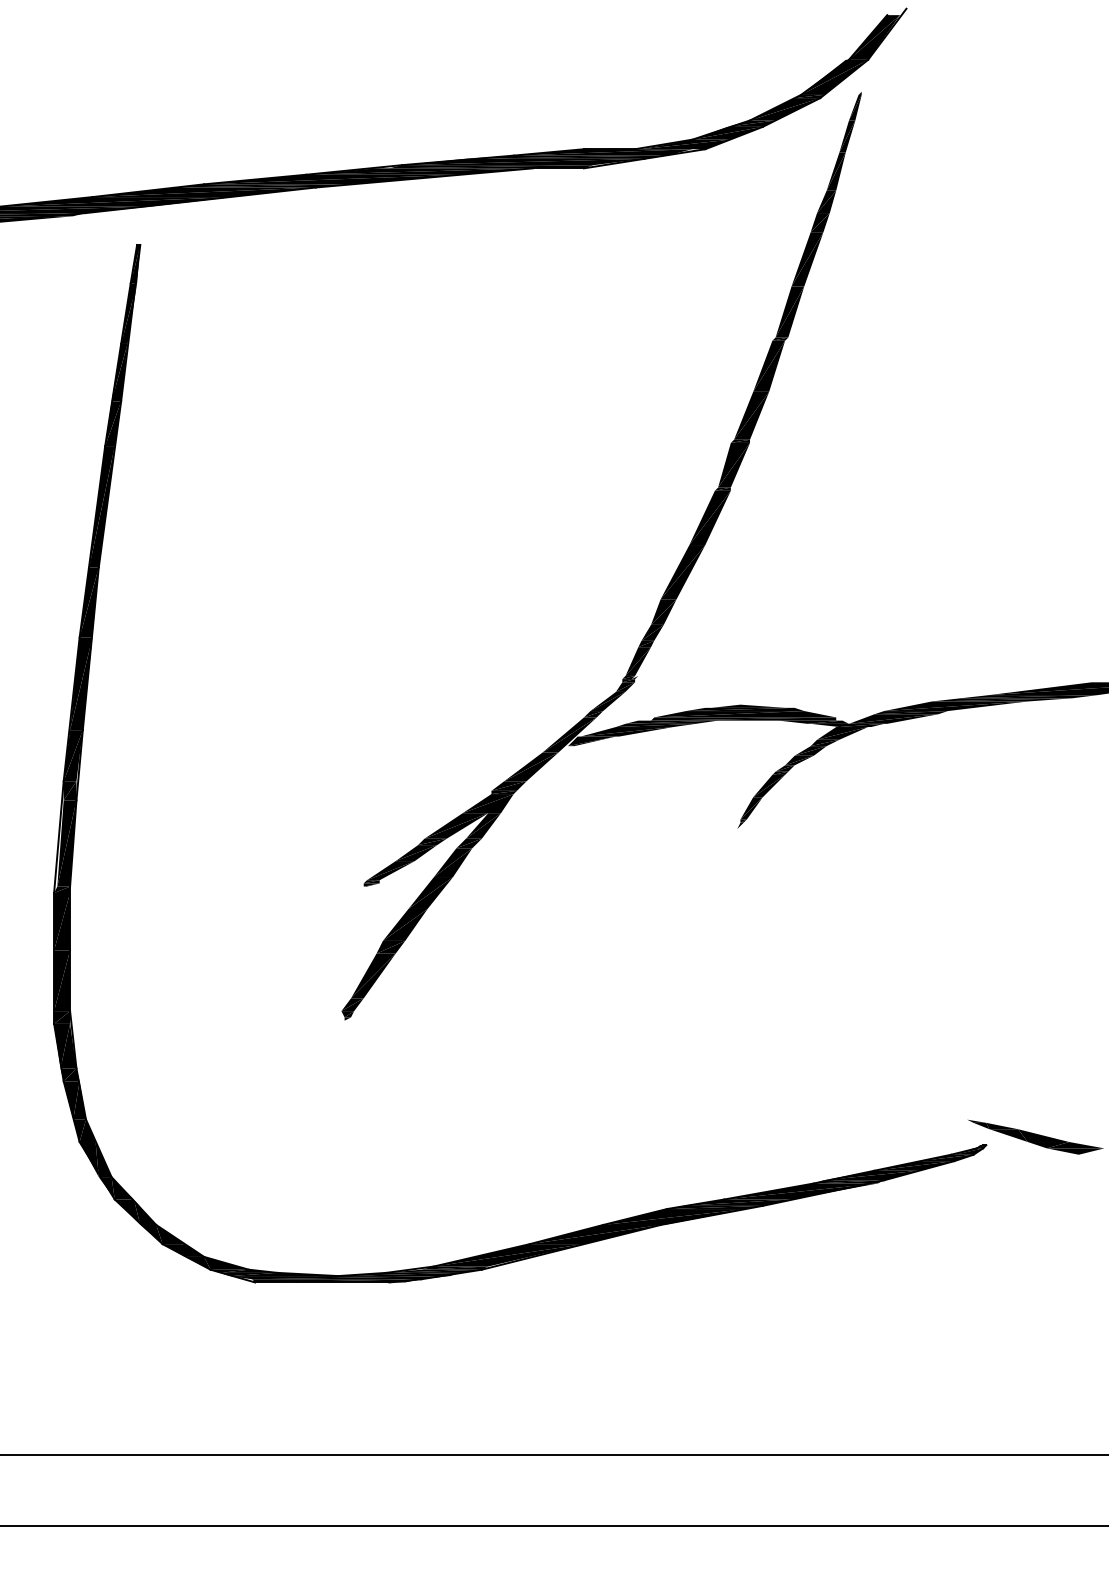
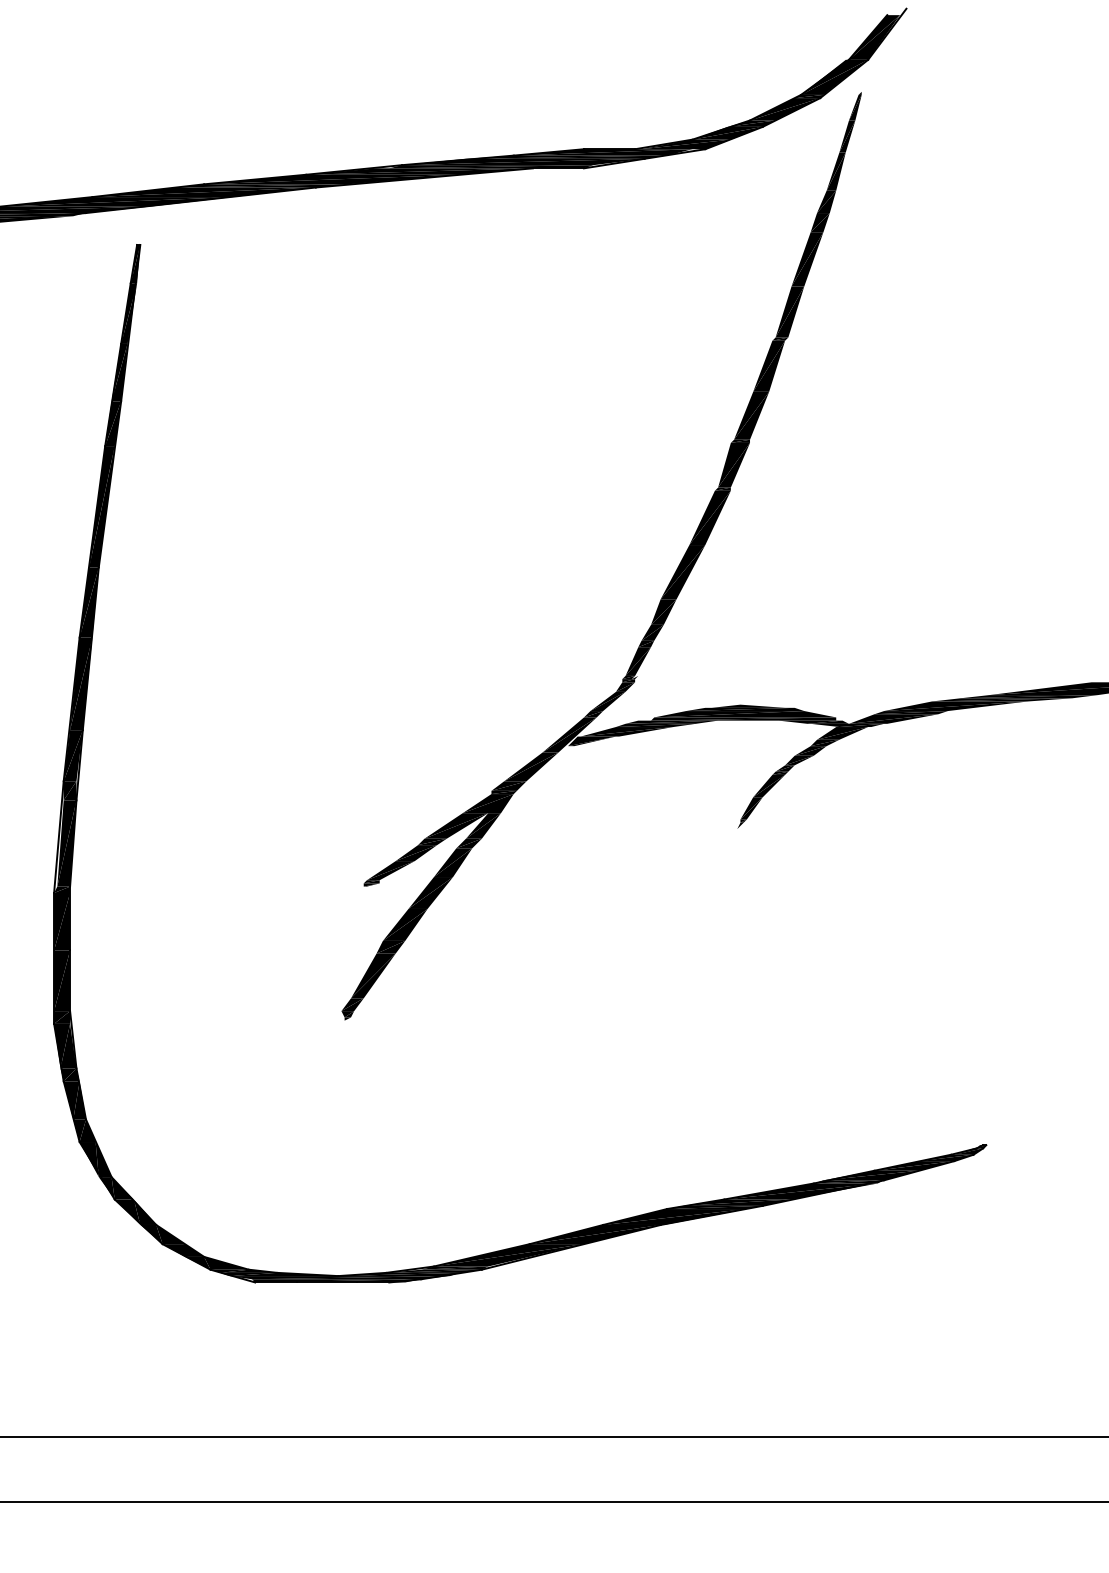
part at (1035, 1136): present -> none
line at (553, 1454) position: (553, 1454) -> (553, 1436)
line at (553, 1525) position: (553, 1525) -> (553, 1501)
